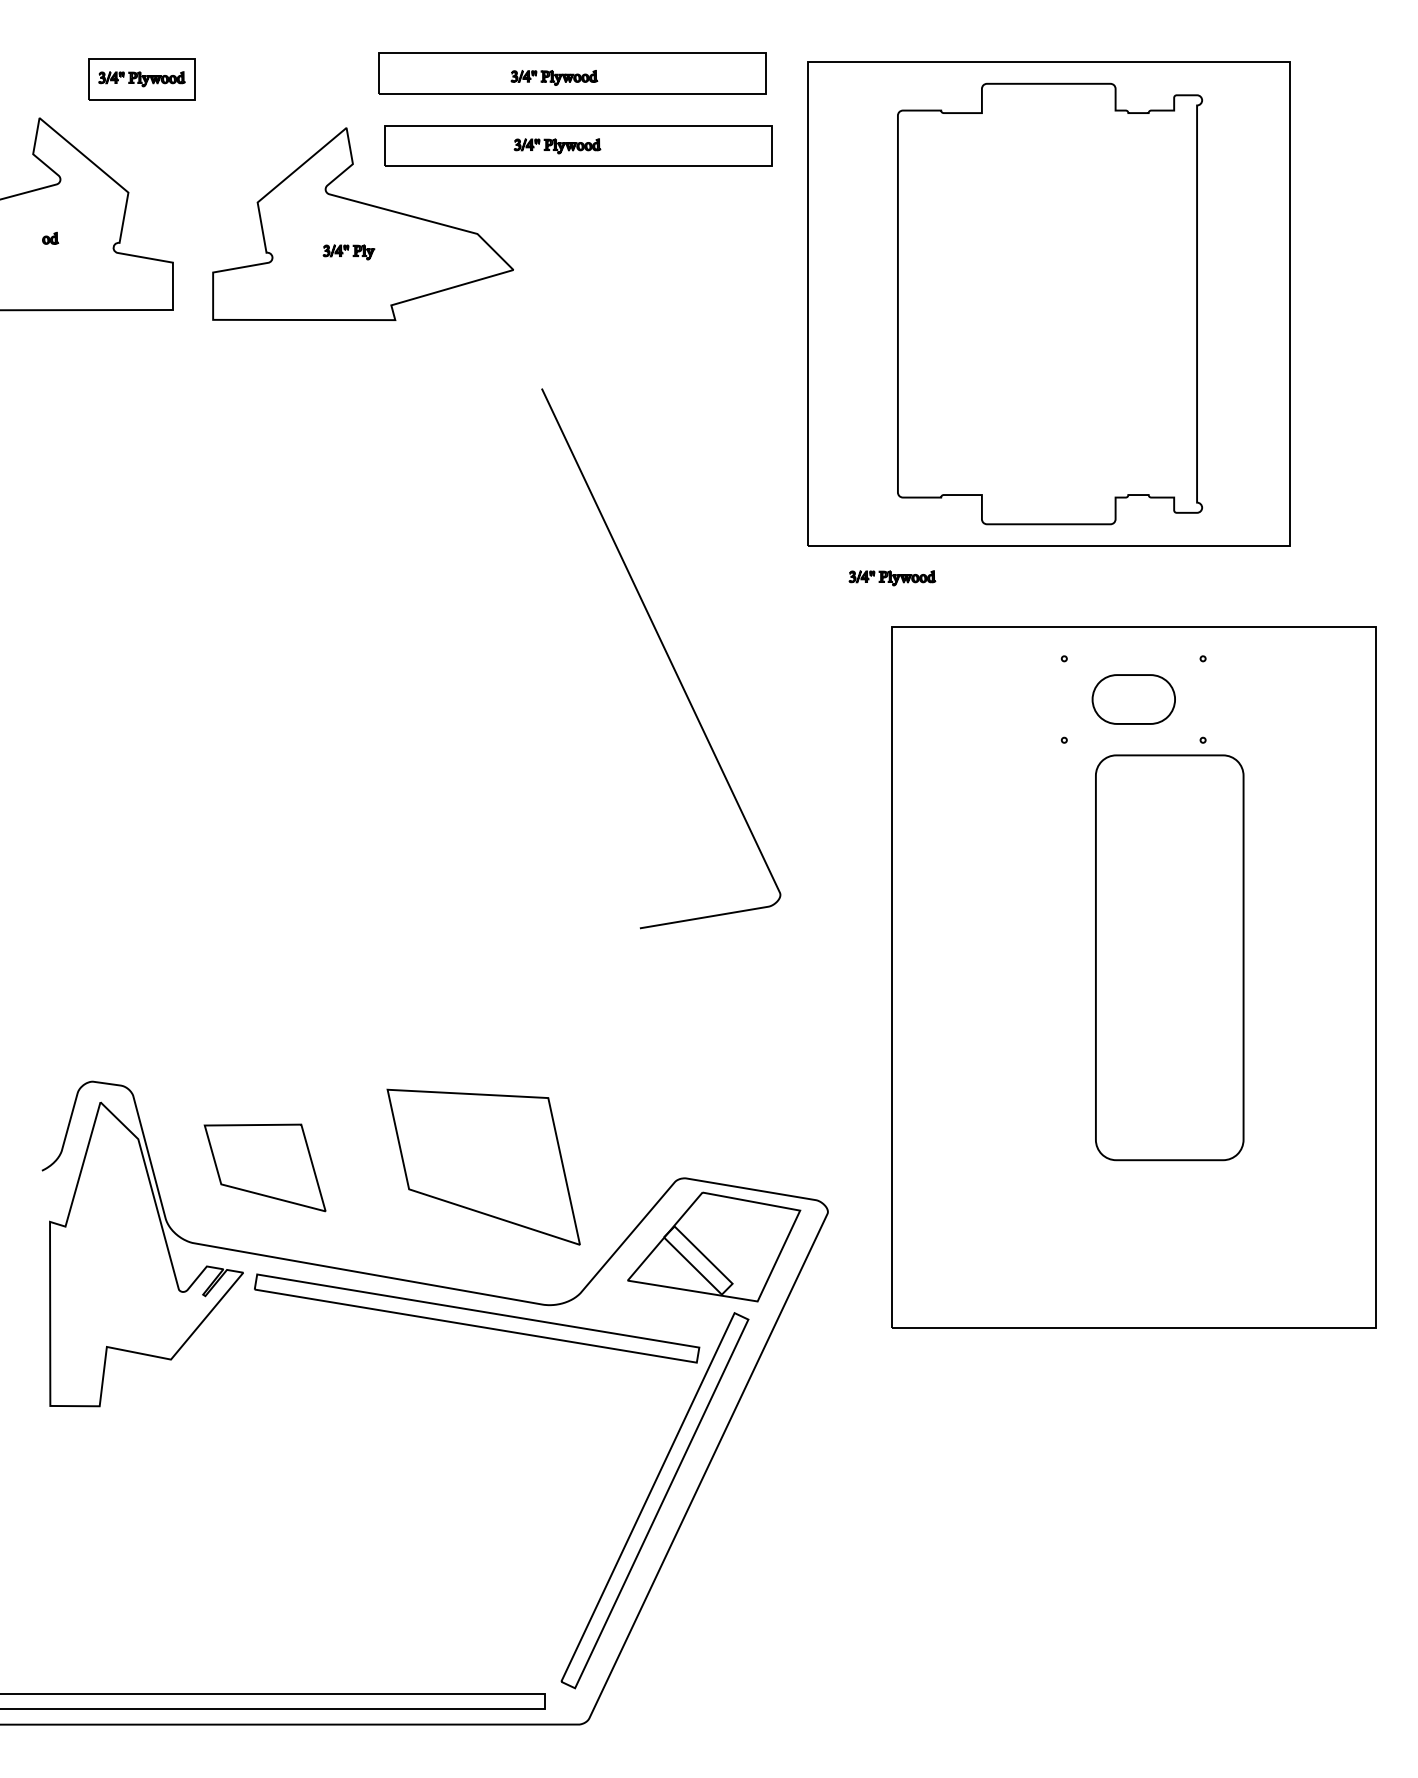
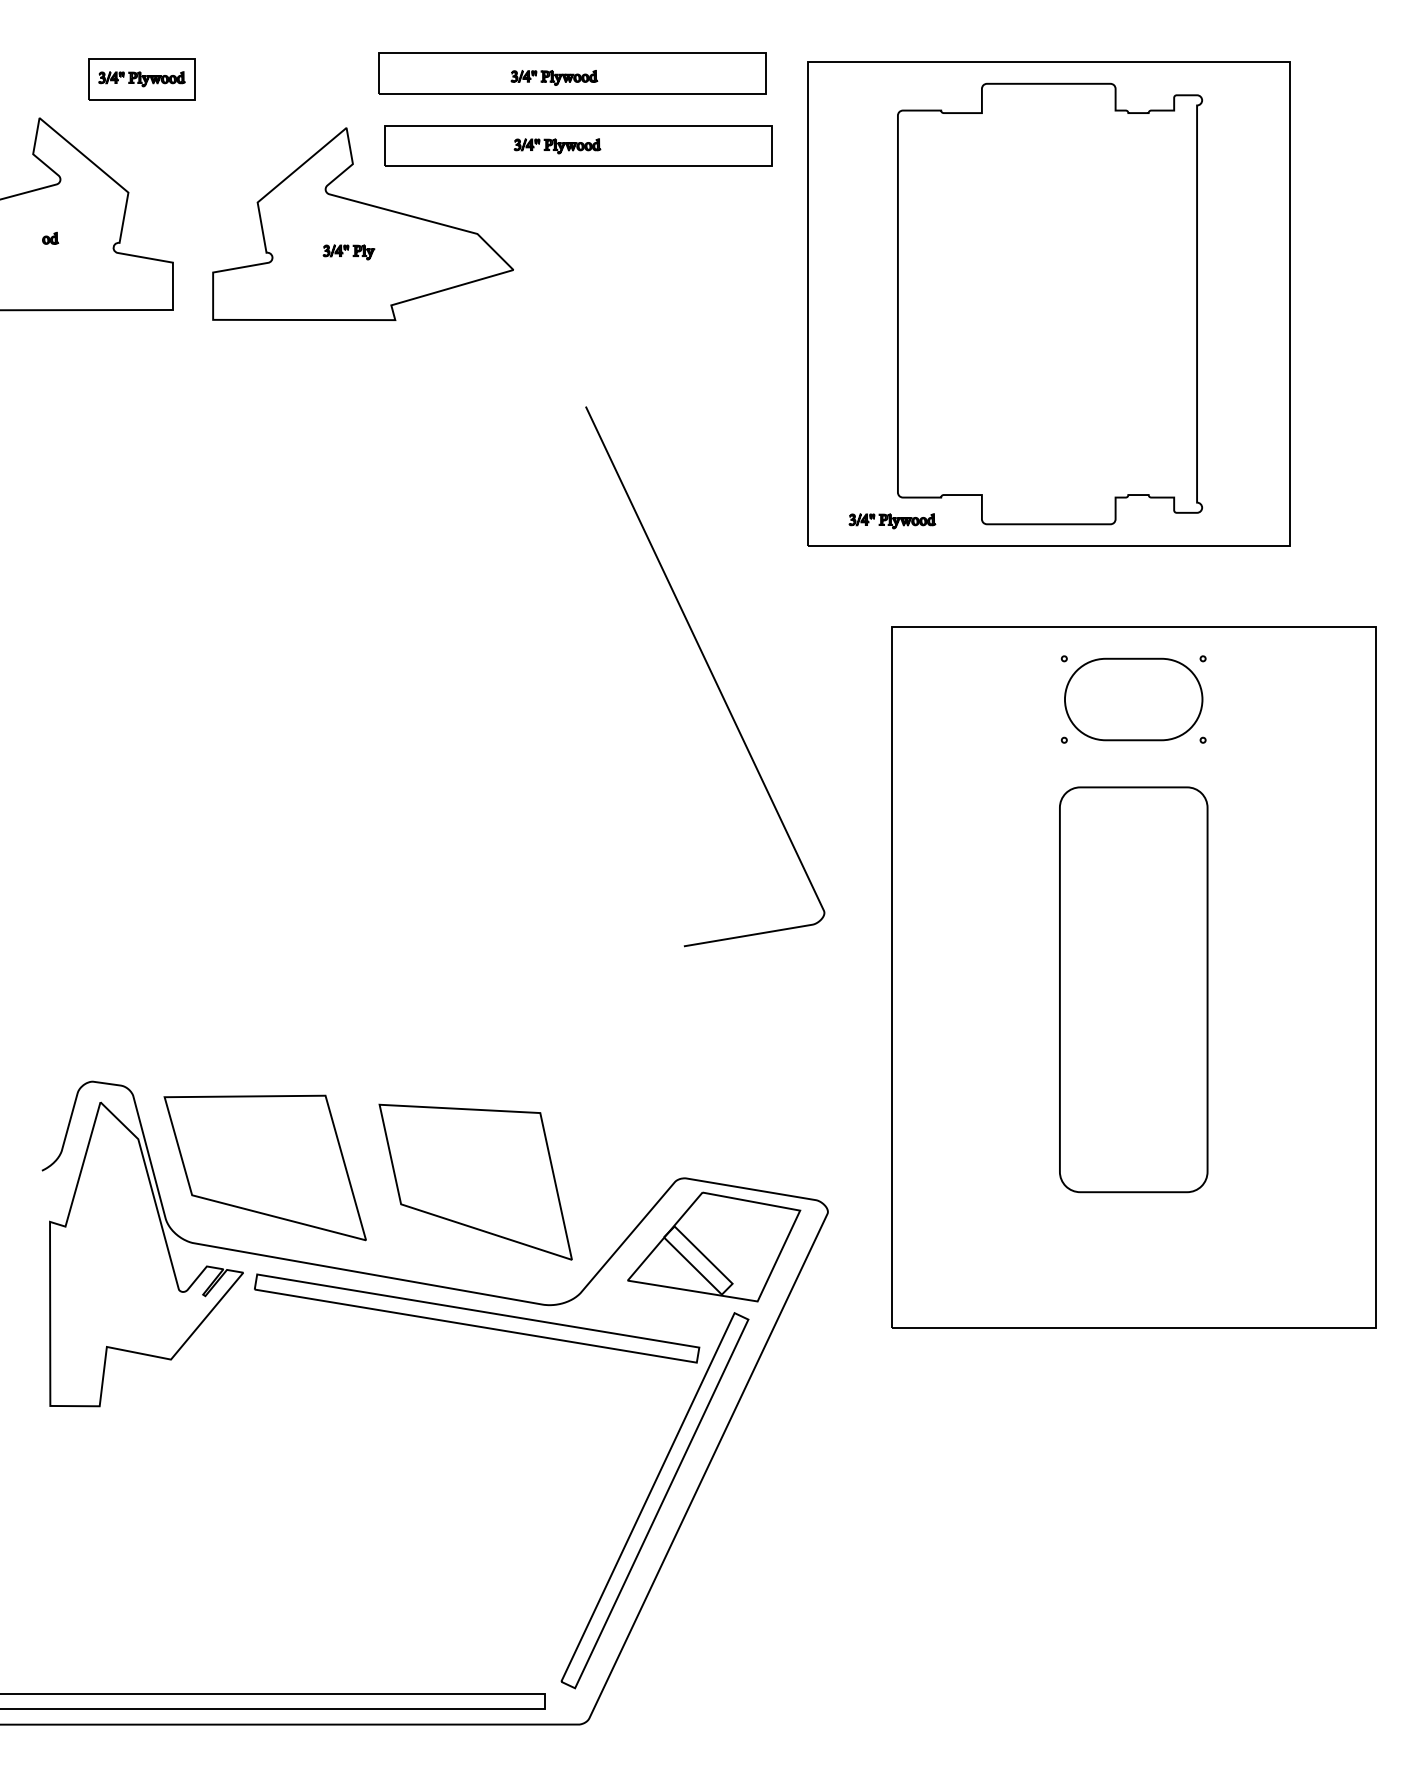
part at (892, 578) position: (892, 578) -> (892, 521)
curve at (666, 655) position: (666, 655) -> (710, 673)
part at (1133, 699) size: 85x51 px -> 140x85 px
part at (1169, 957) position: (1169, 957) -> (1133, 989)
part at (483, 1166) position: (483, 1166) -> (475, 1181)
part at (264, 1167) size: 124x90 px -> 204x148 px
